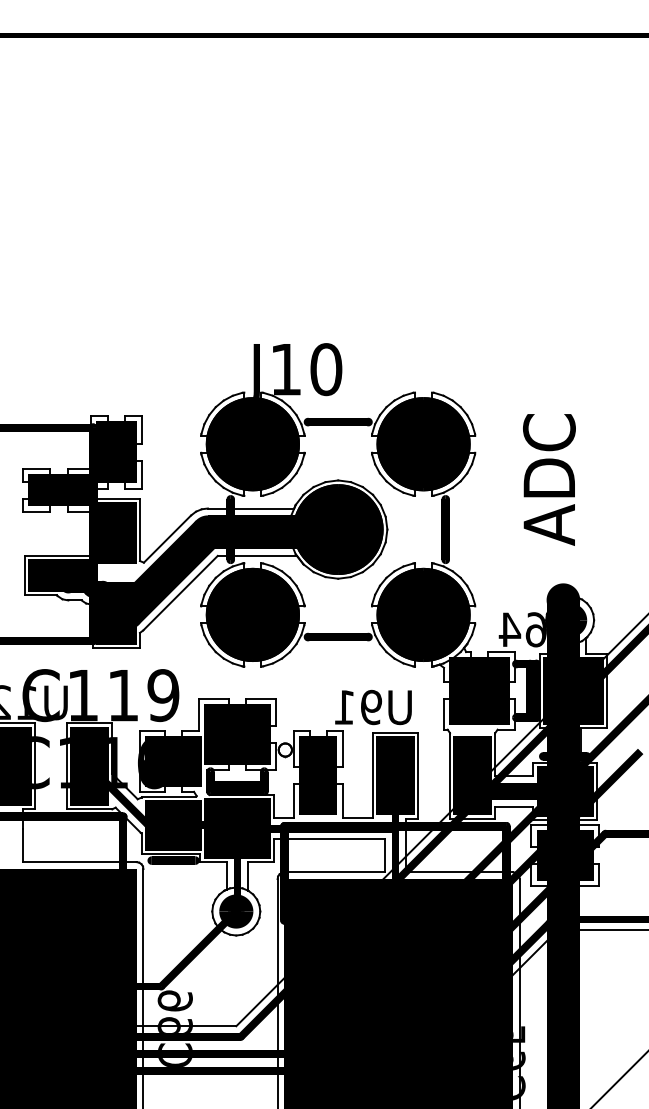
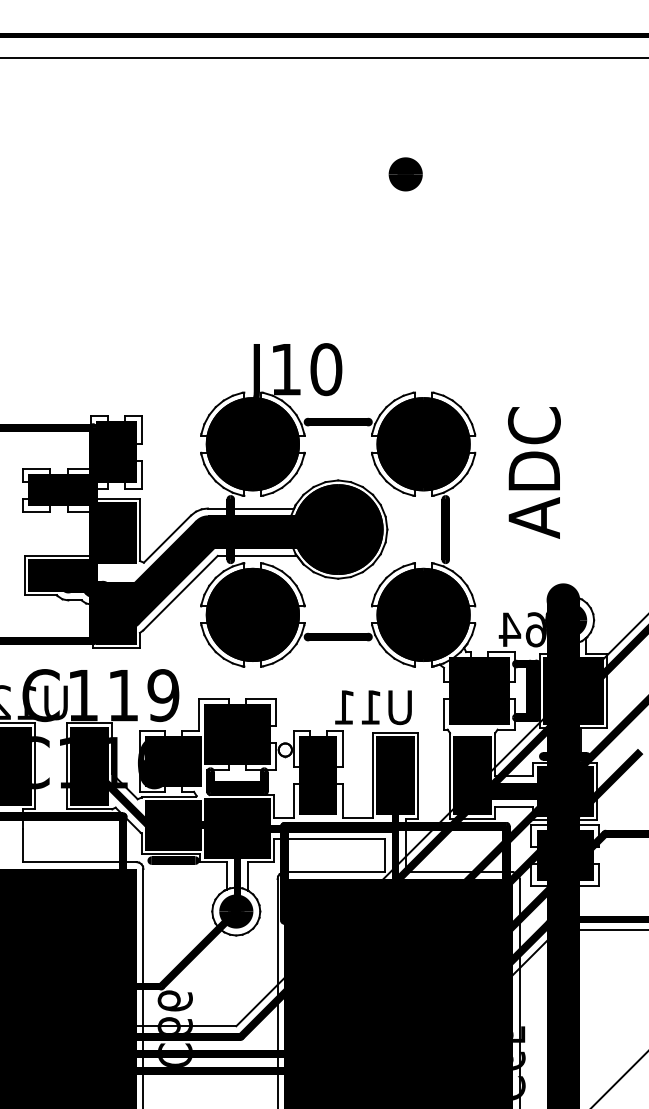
line at (323, 57): none -> present
part at (405, 174): none -> present
text at (549, 479) position: (549, 479) -> (534, 472)
text at (371, 707): U91 -> U11
